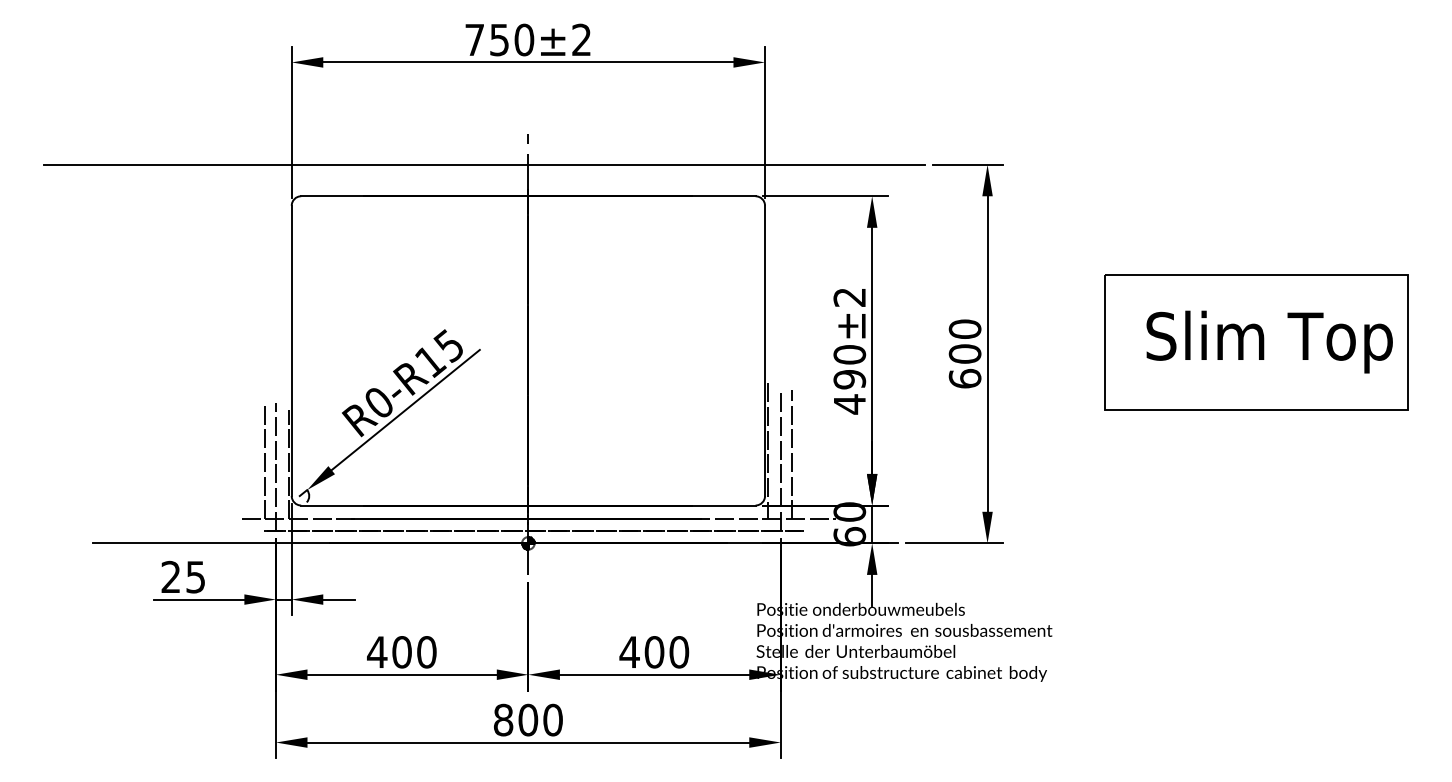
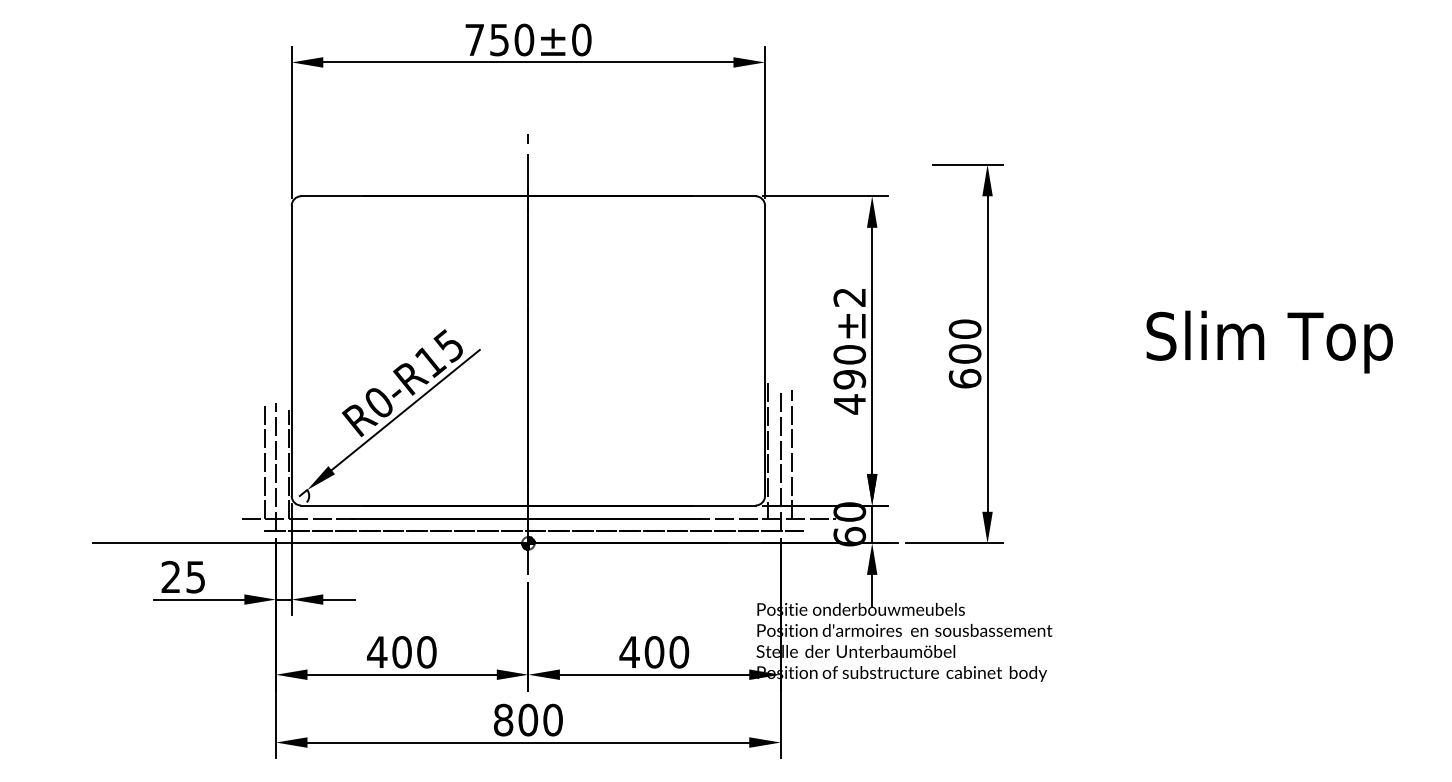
text at (581, 39): 750±2 -> 750±0
line at (484, 164): present -> none
part at (1256, 342): present -> none
